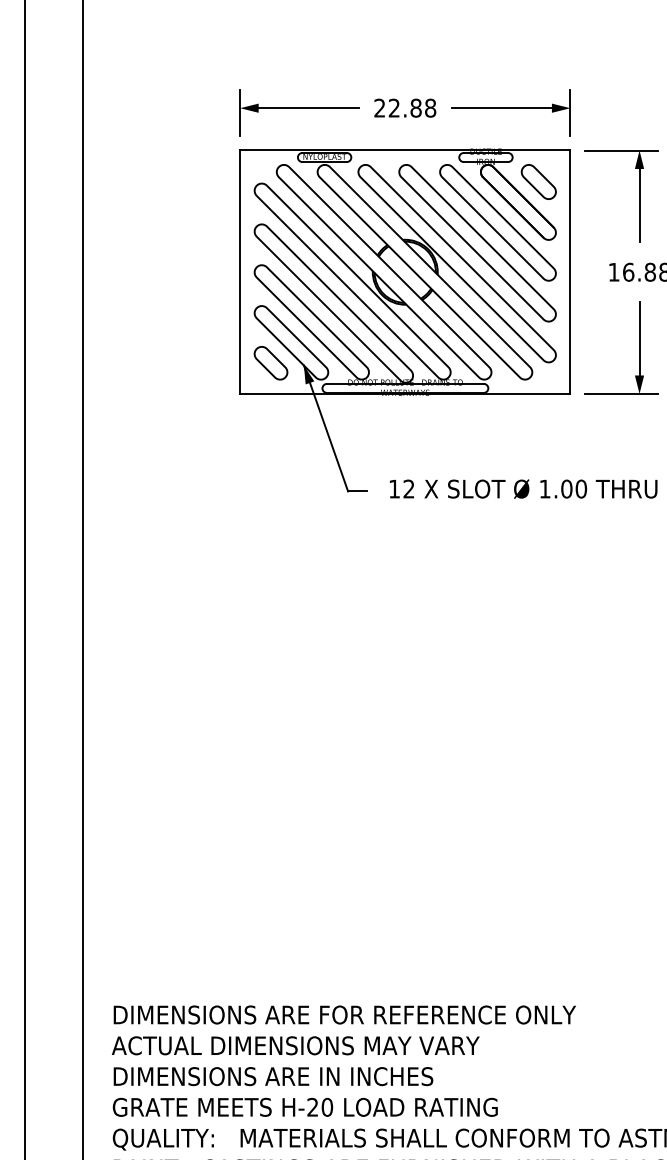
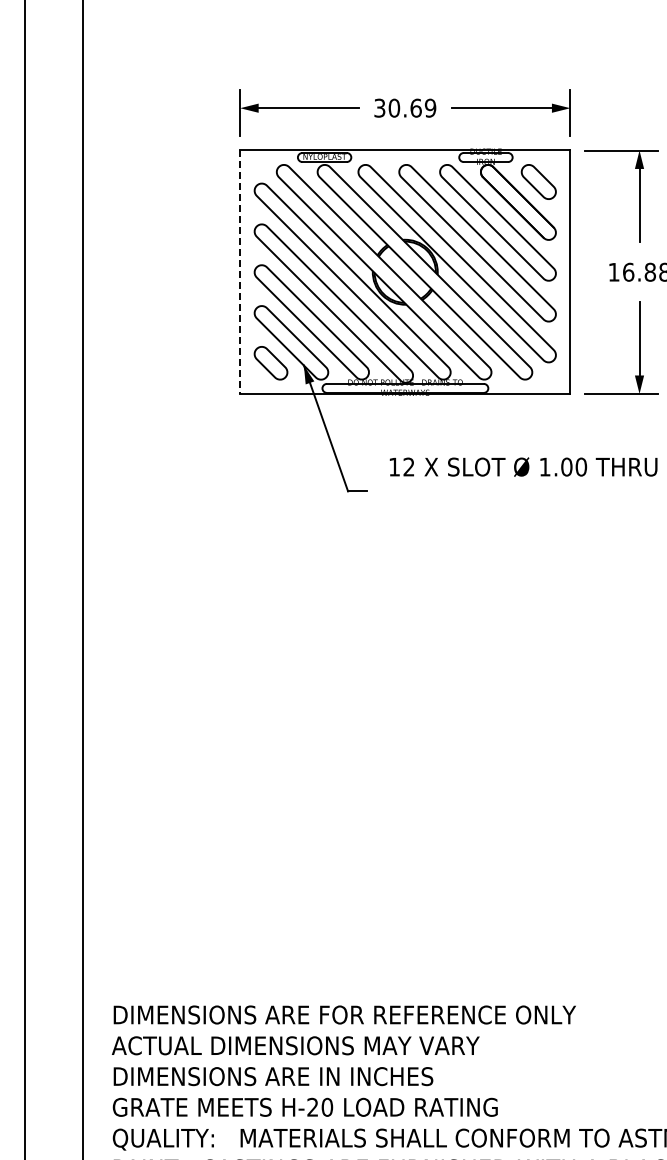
text at (405, 107): 22.88 -> 30.69
line at (240, 272): solid -> dashed
text at (523, 488) position: (523, 488) -> (523, 466)
